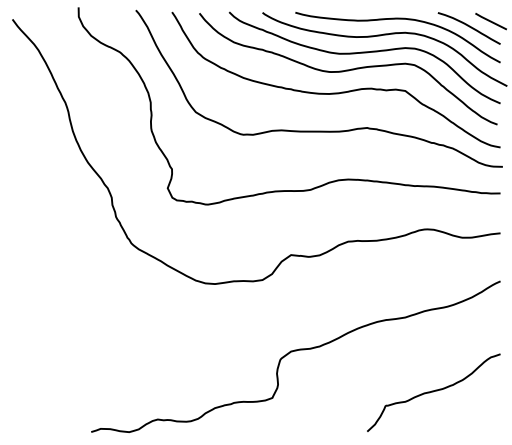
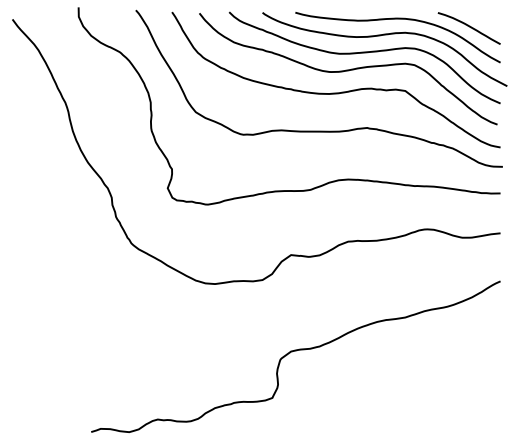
line at (490, 21): present -> none
curve at (433, 392): present -> none
